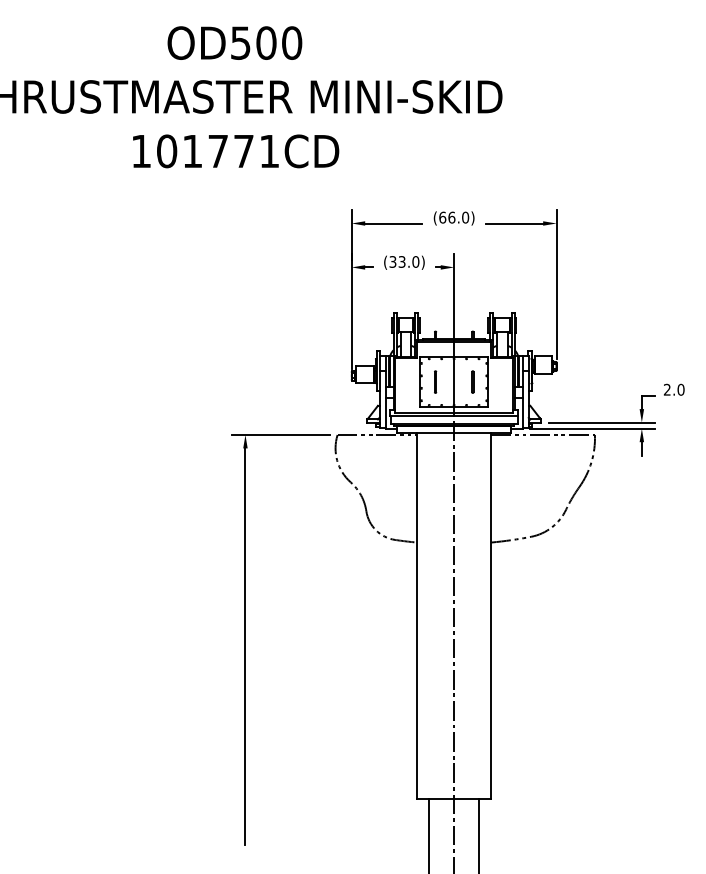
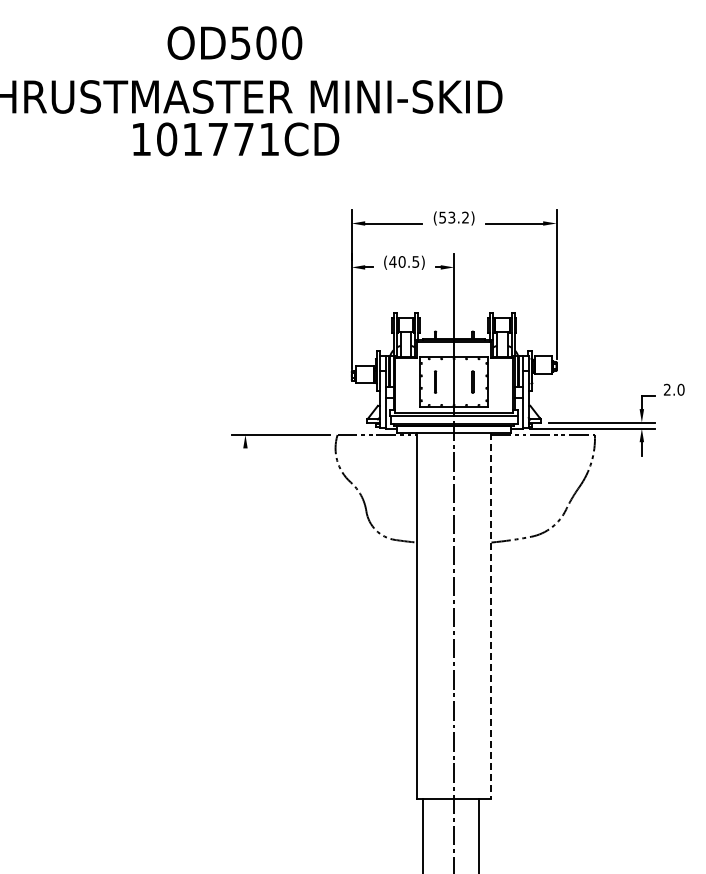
text at (236, 151) position: (236, 151) -> (236, 139)
text at (454, 217): (66.0) -> (53.2)
text at (404, 261): (33.0) -> (40.5)
line at (491, 616): solid -> dashed
line at (245, 646): present -> none
line at (429, 834) position: (429, 834) -> (423, 834)
